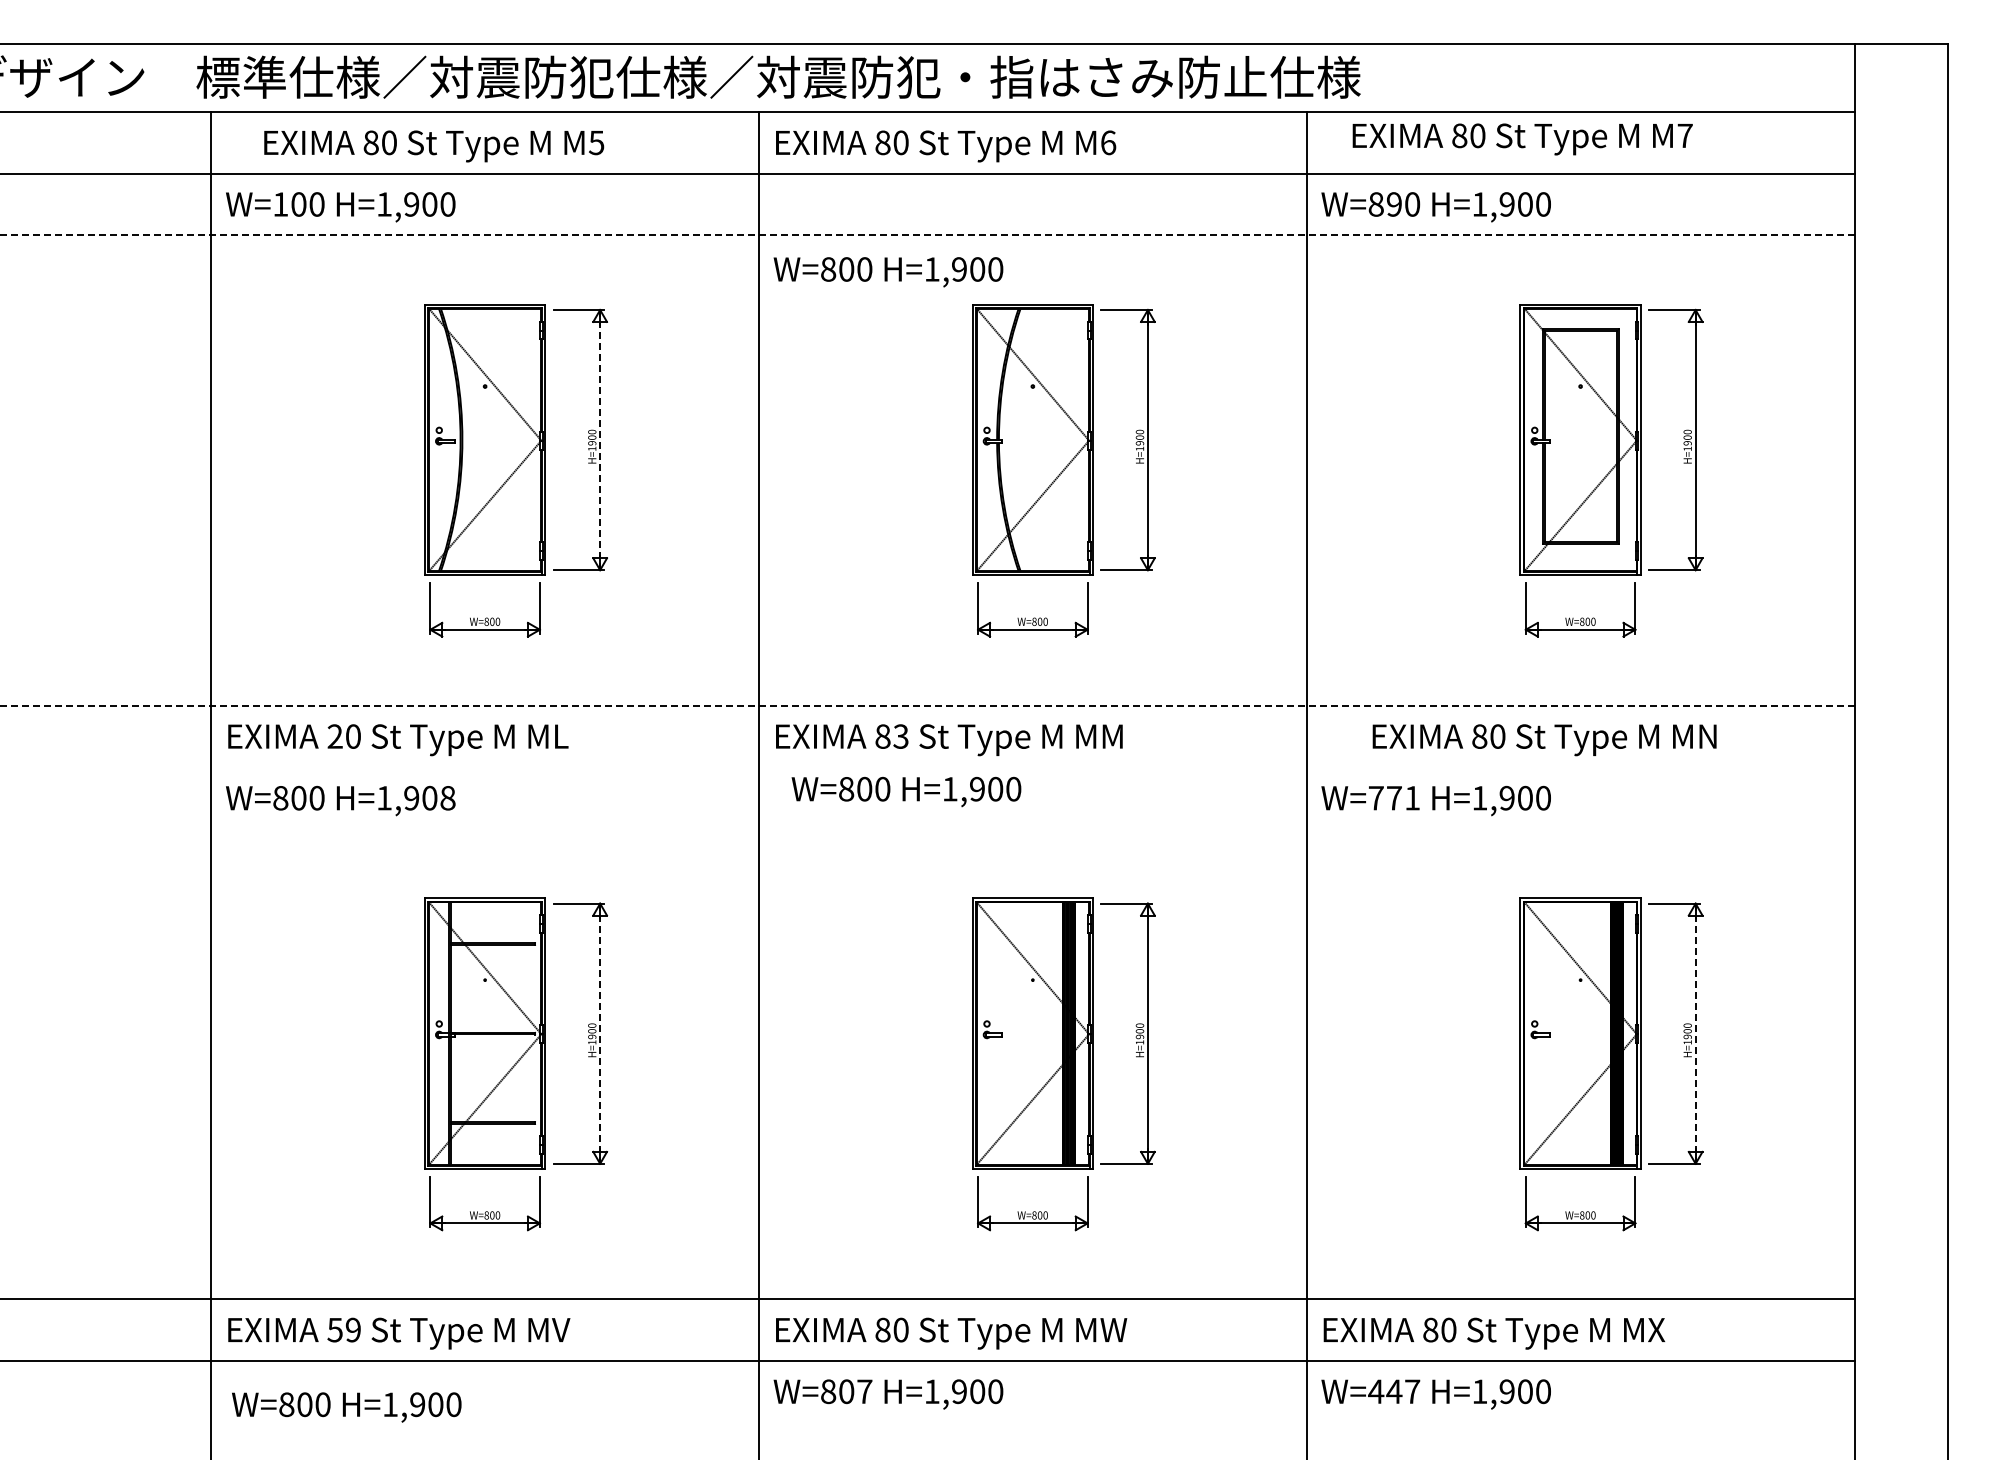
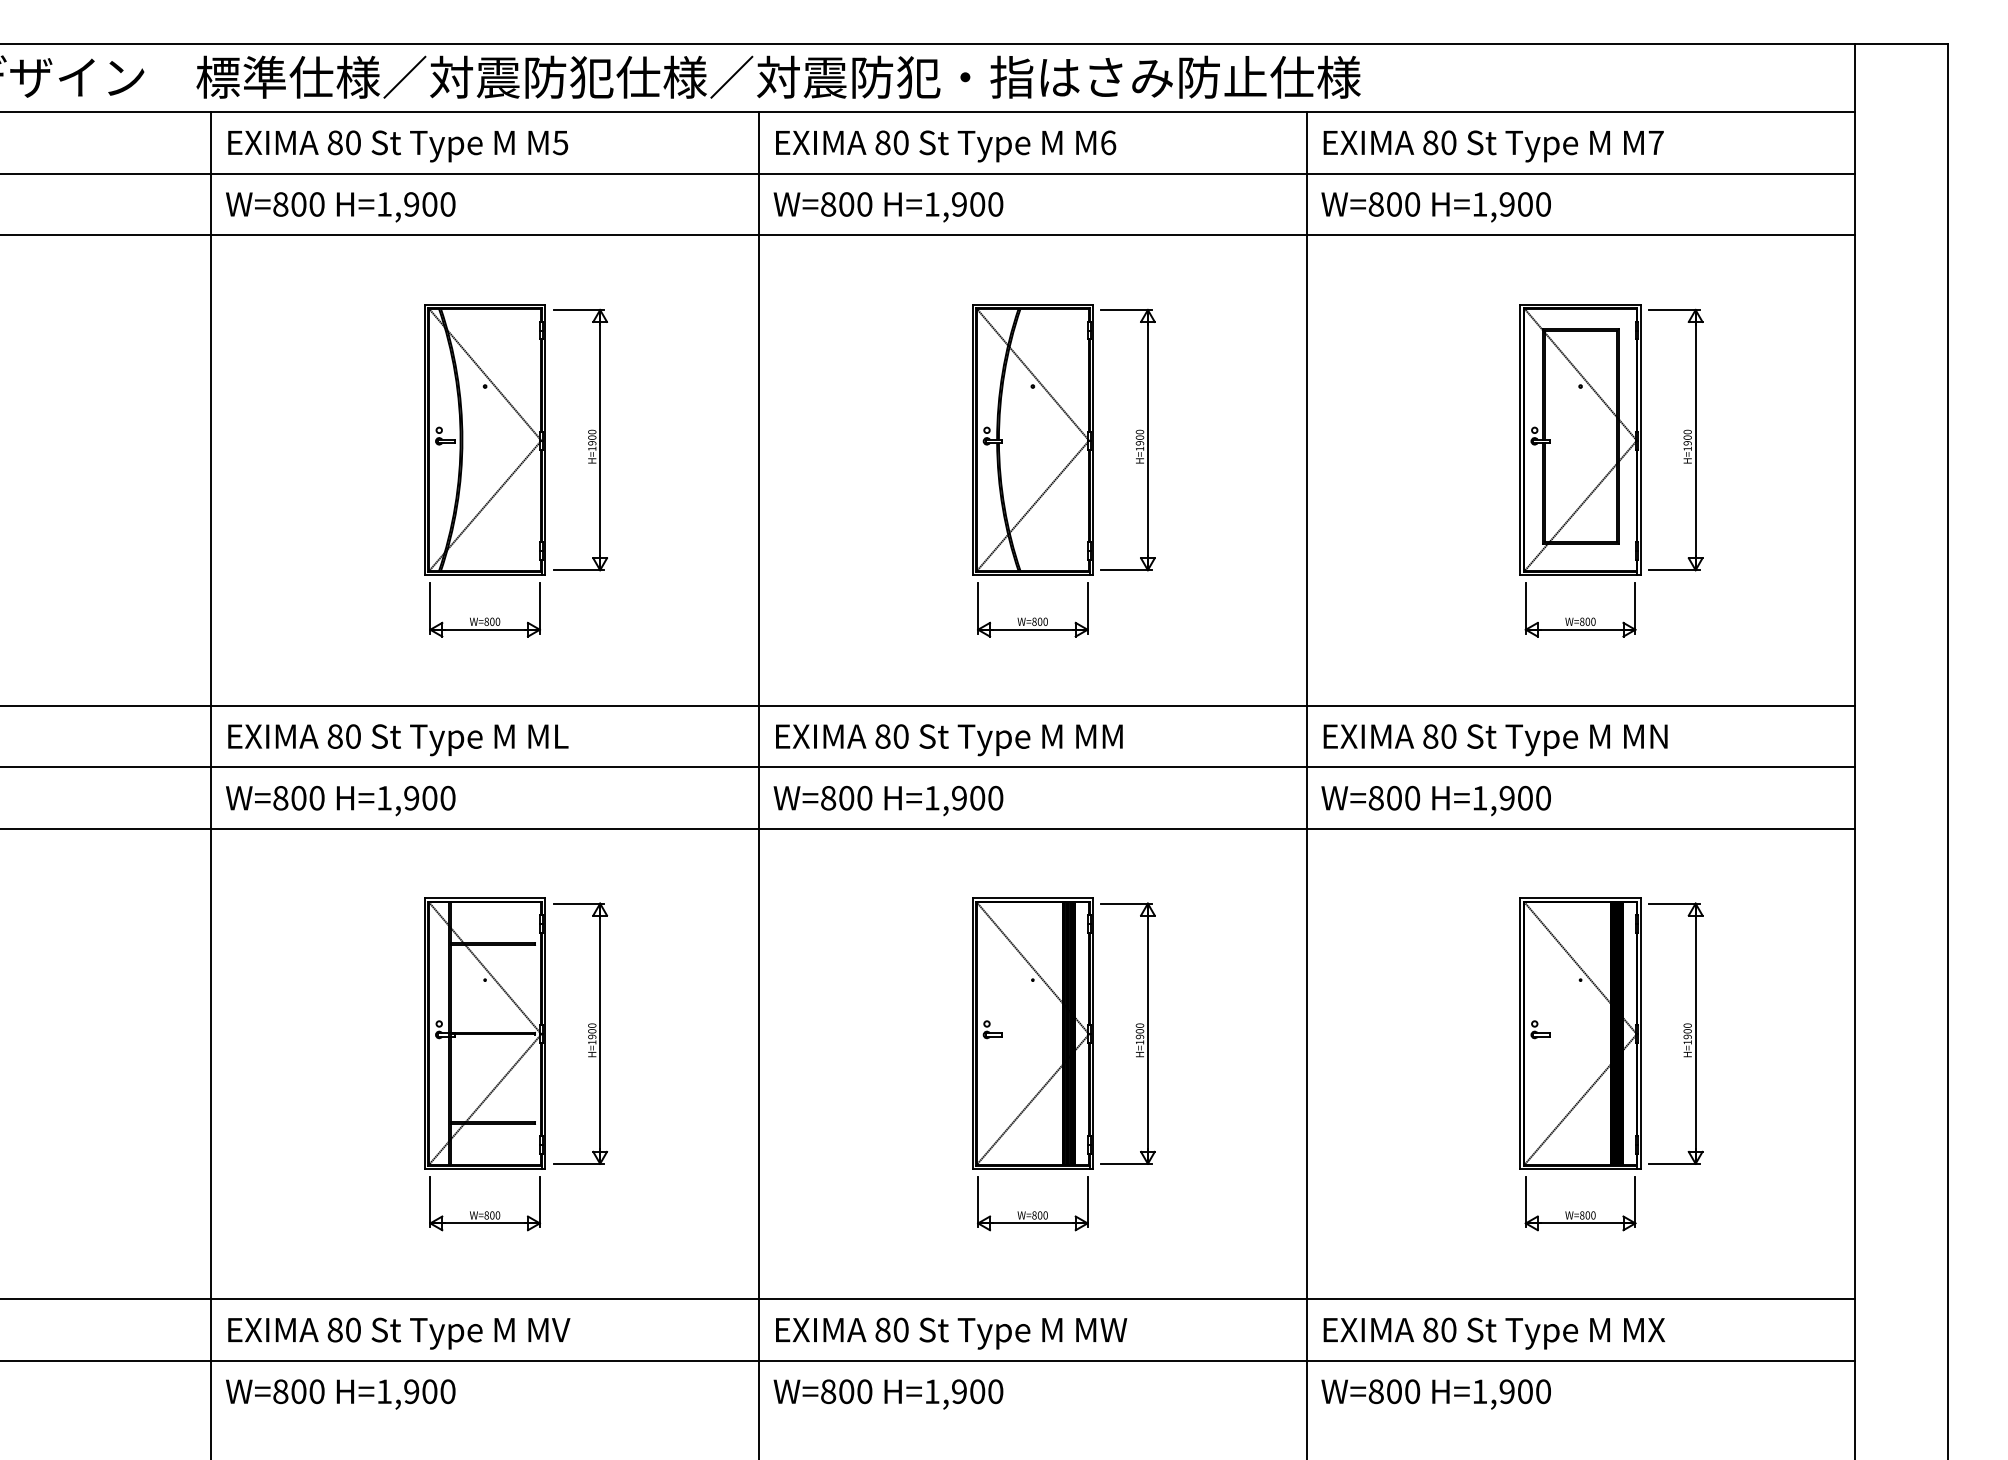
text at (1522, 139) position: (1522, 139) -> (1493, 146)
text at (434, 146) position: (434, 146) -> (398, 146)
text at (280, 204): W=100 -> W=800
text at (1394, 204): W=890 -> W=800
line at (927, 235): dashed -> solid
text at (888, 272) position: (888, 272) -> (888, 207)
line at (600, 439): dashed -> solid
line at (927, 705): dashed -> solid
text at (334, 736): 20 -> 80
text at (900, 736): 83 -> 80
text at (1544, 740) position: (1544, 740) -> (1495, 740)
line at (928, 767): none -> present
text at (906, 791) position: (906, 791) -> (888, 800)
text at (1394, 797): W=771 -> W=800
text at (447, 798): H=1,908 -> H=1,900
line at (928, 829): none -> present
line at (600, 1033): dashed -> solid
line at (1695, 1033): dashed -> solid
text at (343, 1329): 59 -> 80
text at (864, 1391): W=807 -> W=800
text at (1394, 1391): W=447 -> W=800
text at (346, 1407) position: (346, 1407) -> (340, 1394)
